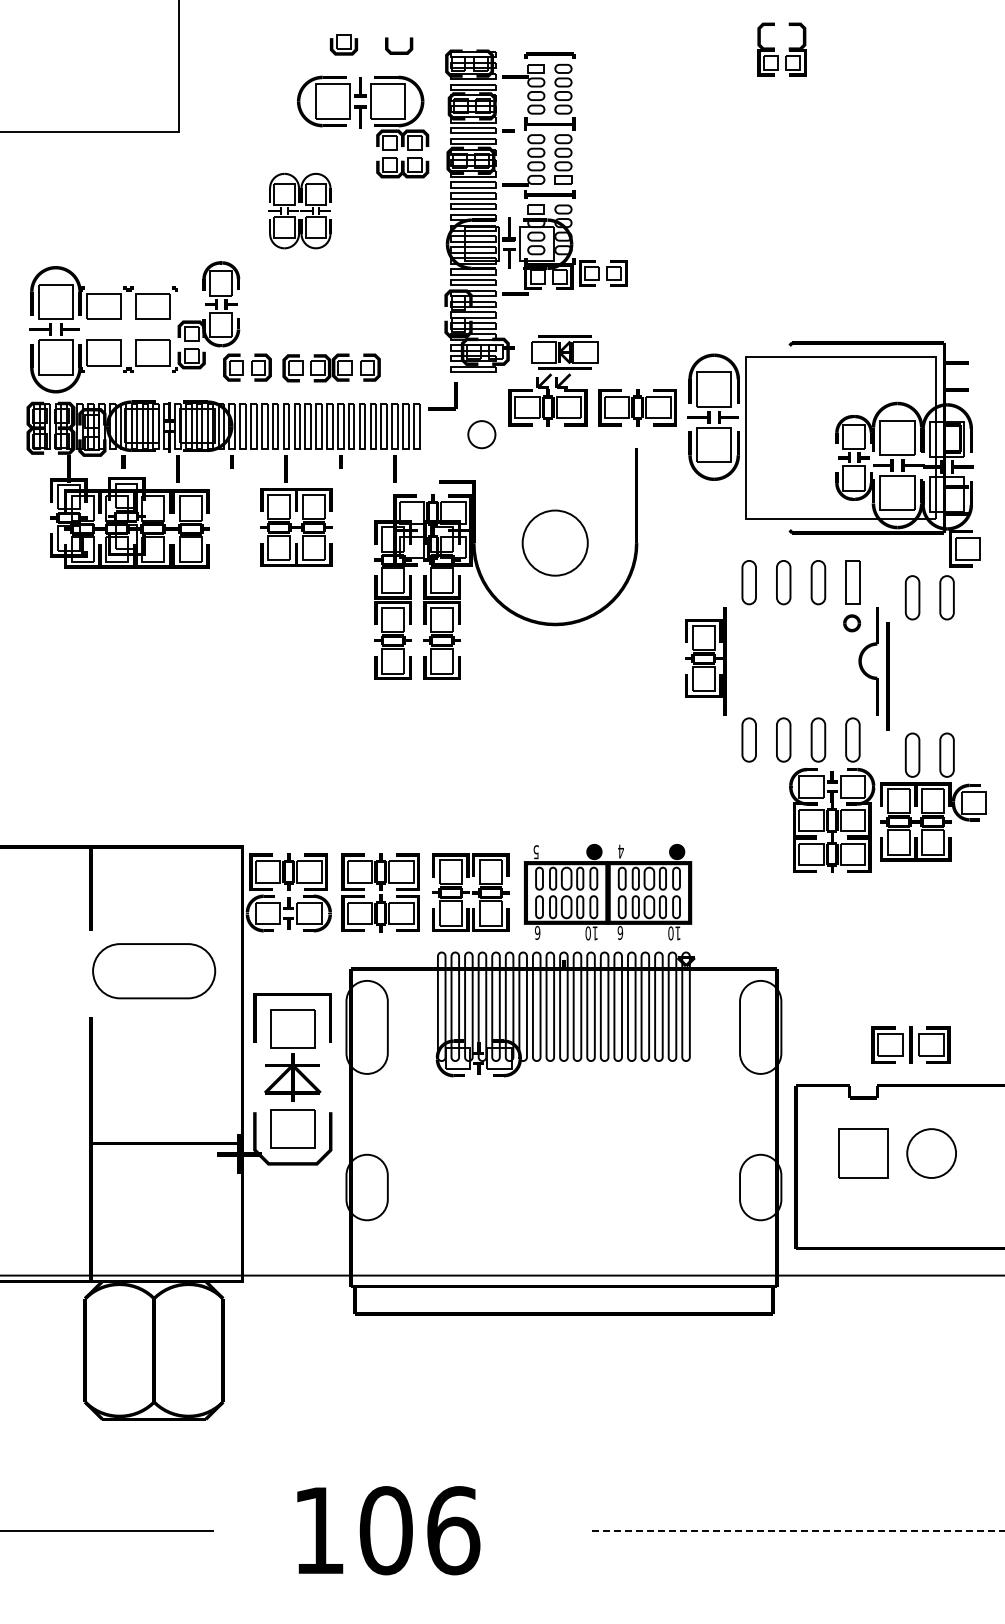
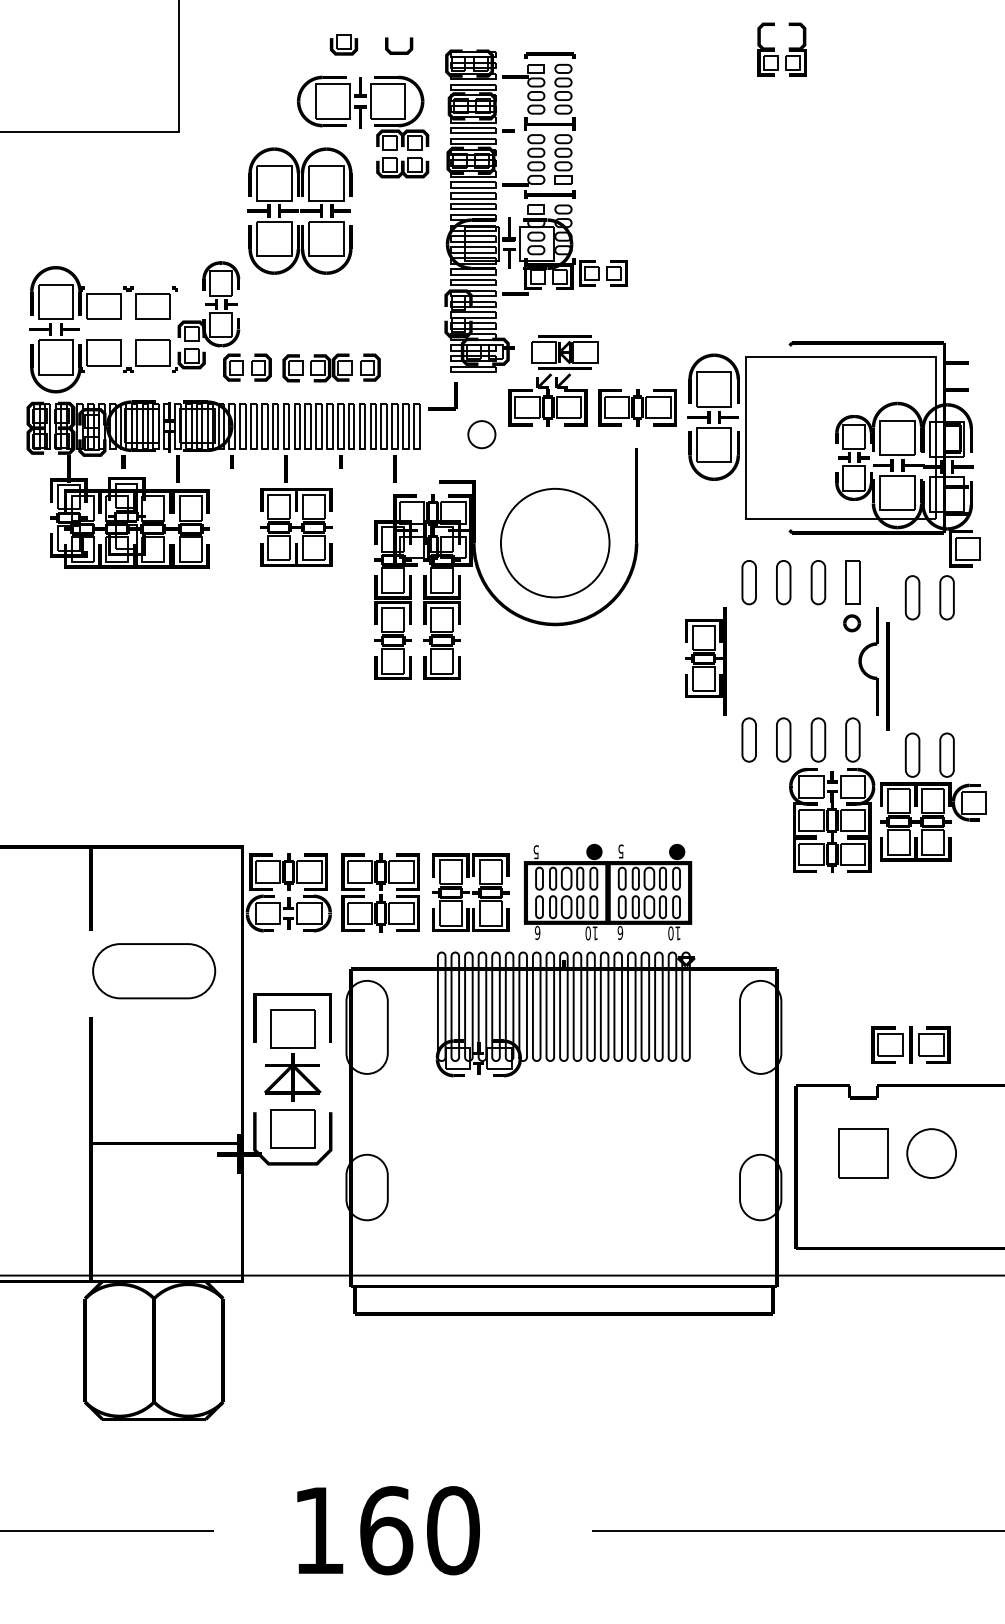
part at (299, 210) size: 64x78 px -> 106x128 px
circle at (554, 542) diameter: 65 px -> 109 px
text at (620, 851): 4 -> 5
text at (419, 1530): 106 -> 160
line at (798, 1530): dashed -> solid
